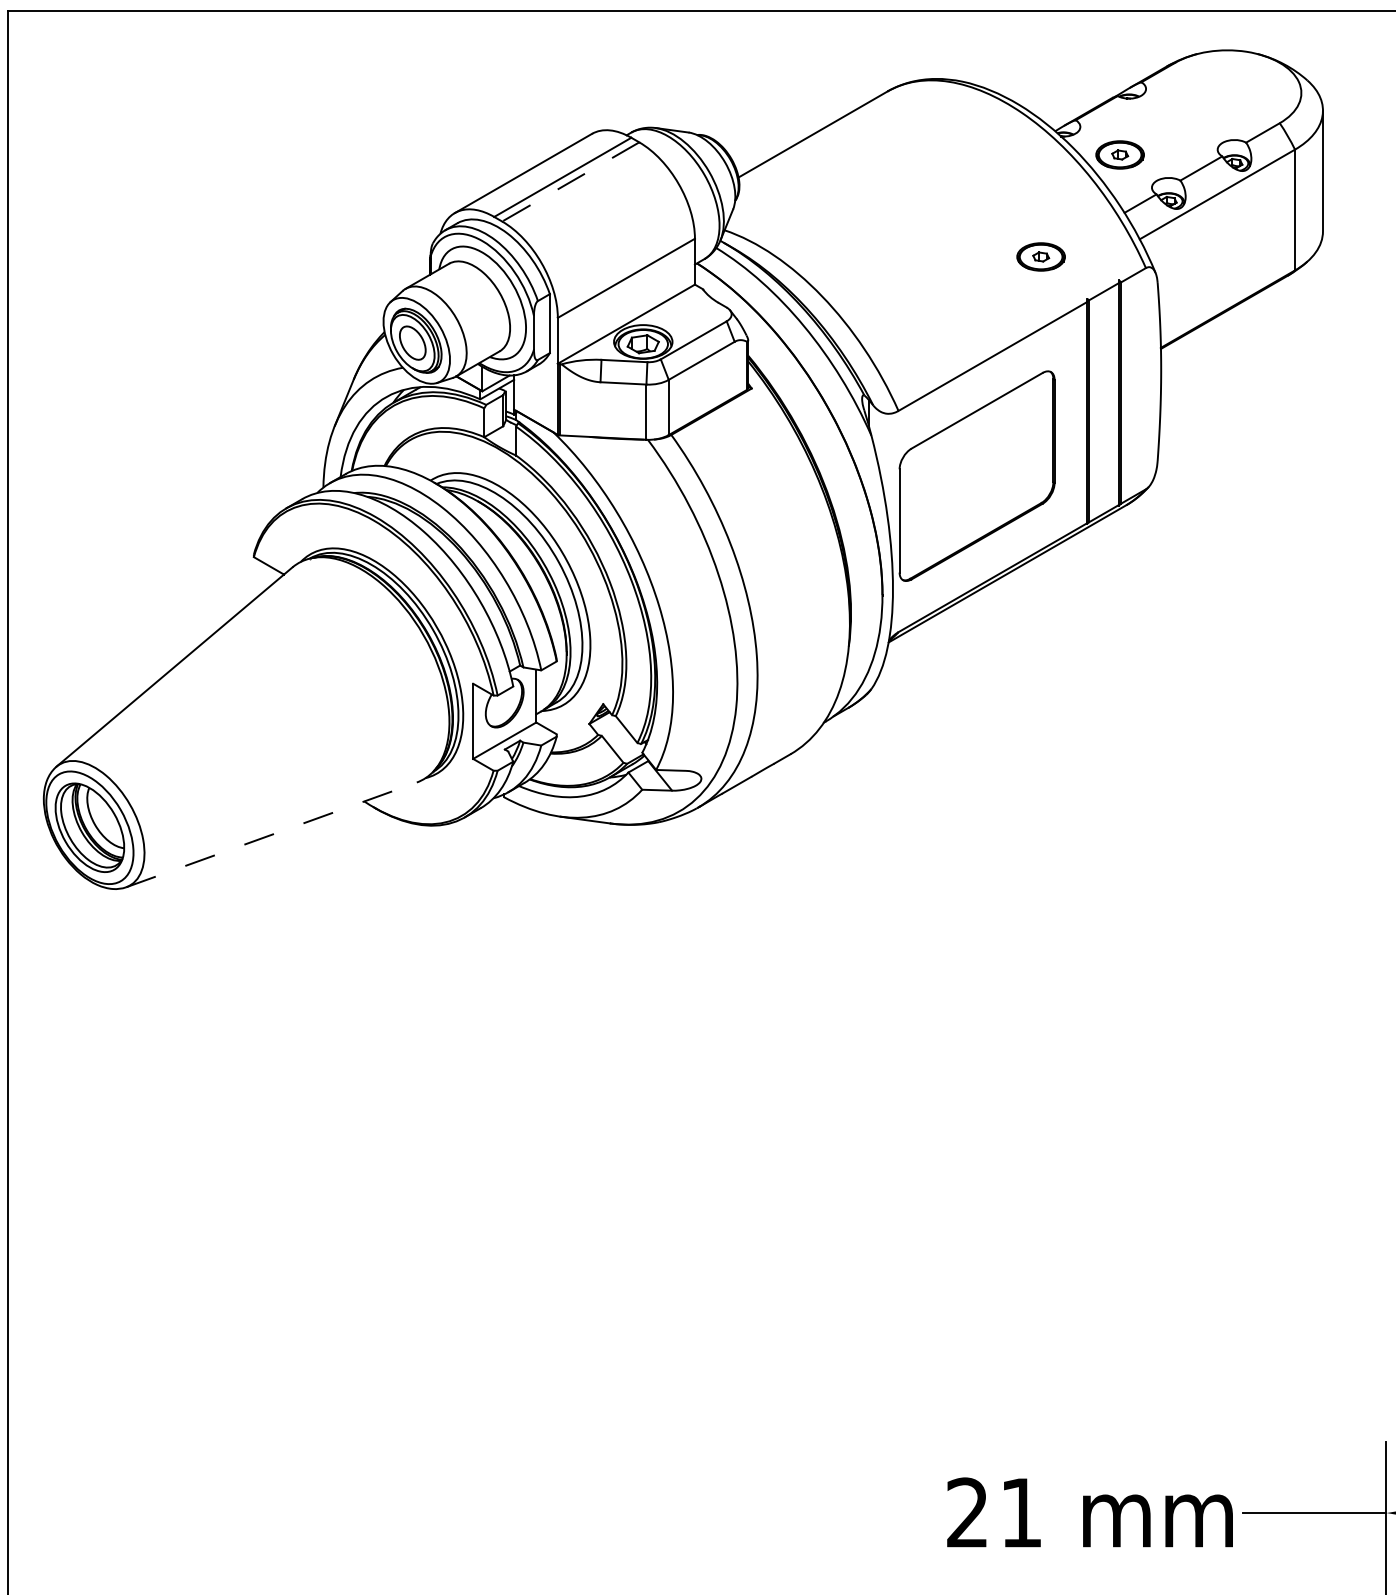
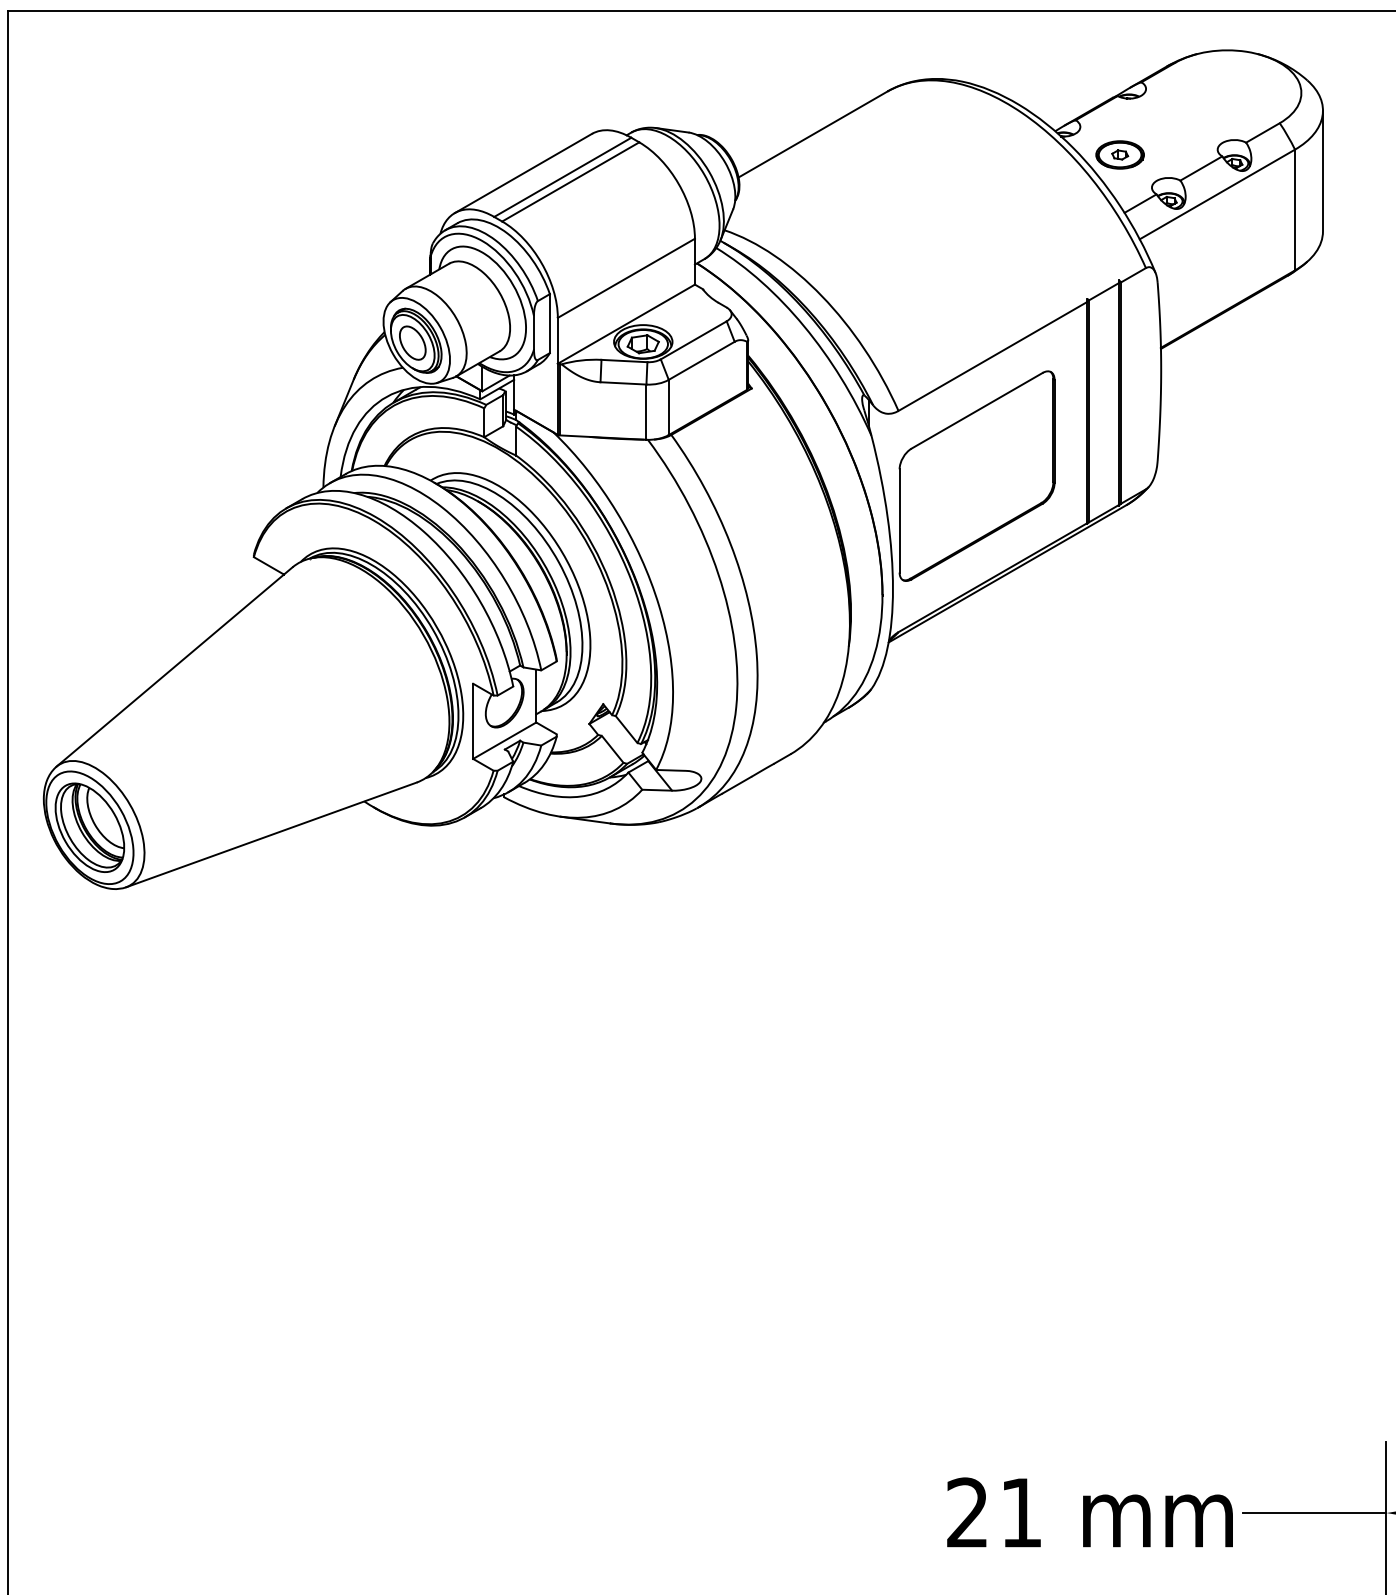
line at (570, 182): dashed -> solid
part at (1040, 256): present -> none
line at (271, 834): dashed -> solid
